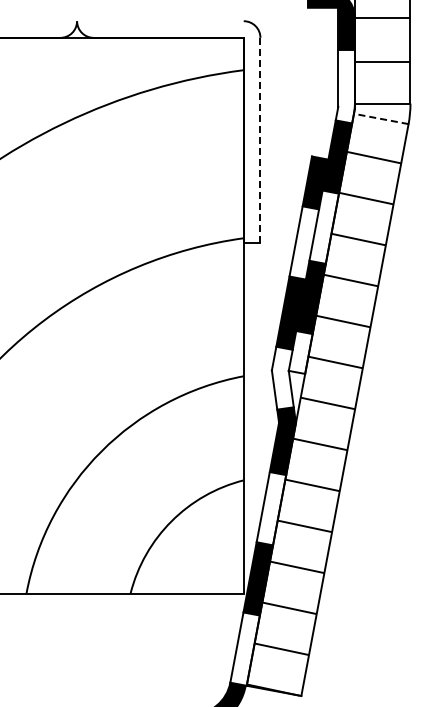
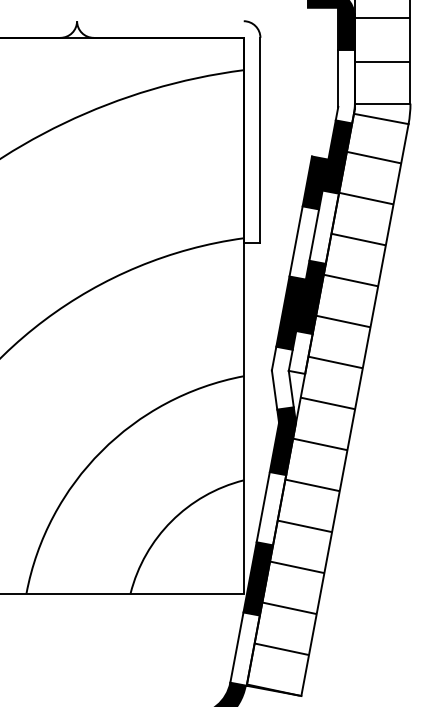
line at (381, 118): dashed -> solid
line at (260, 140): dashed -> solid
